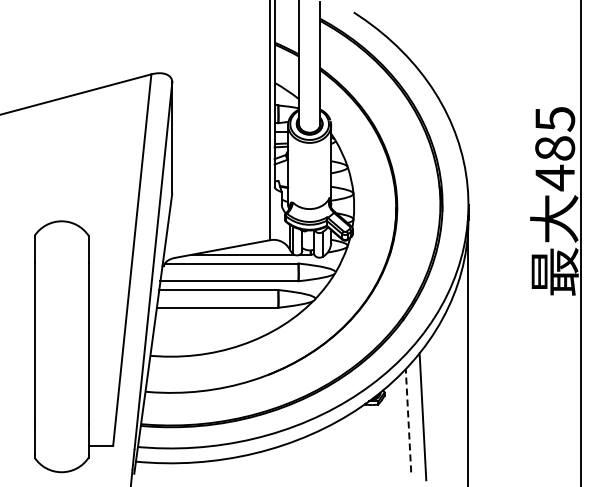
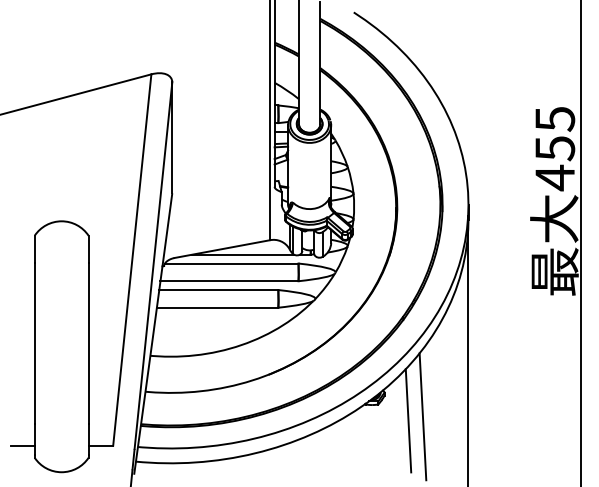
text at (555, 148): 485 -> 455
line at (408, 420): dashed -> solid
line at (22, 445): none -> present
